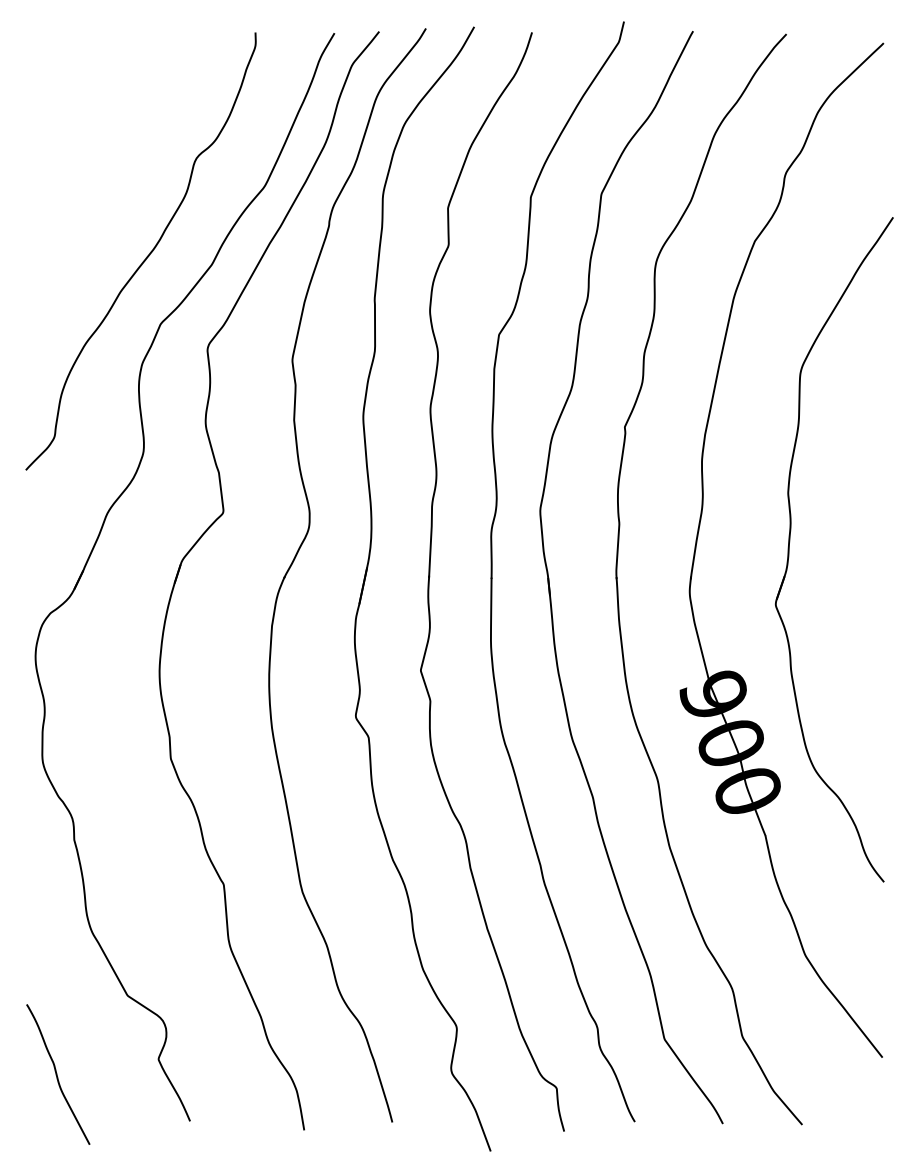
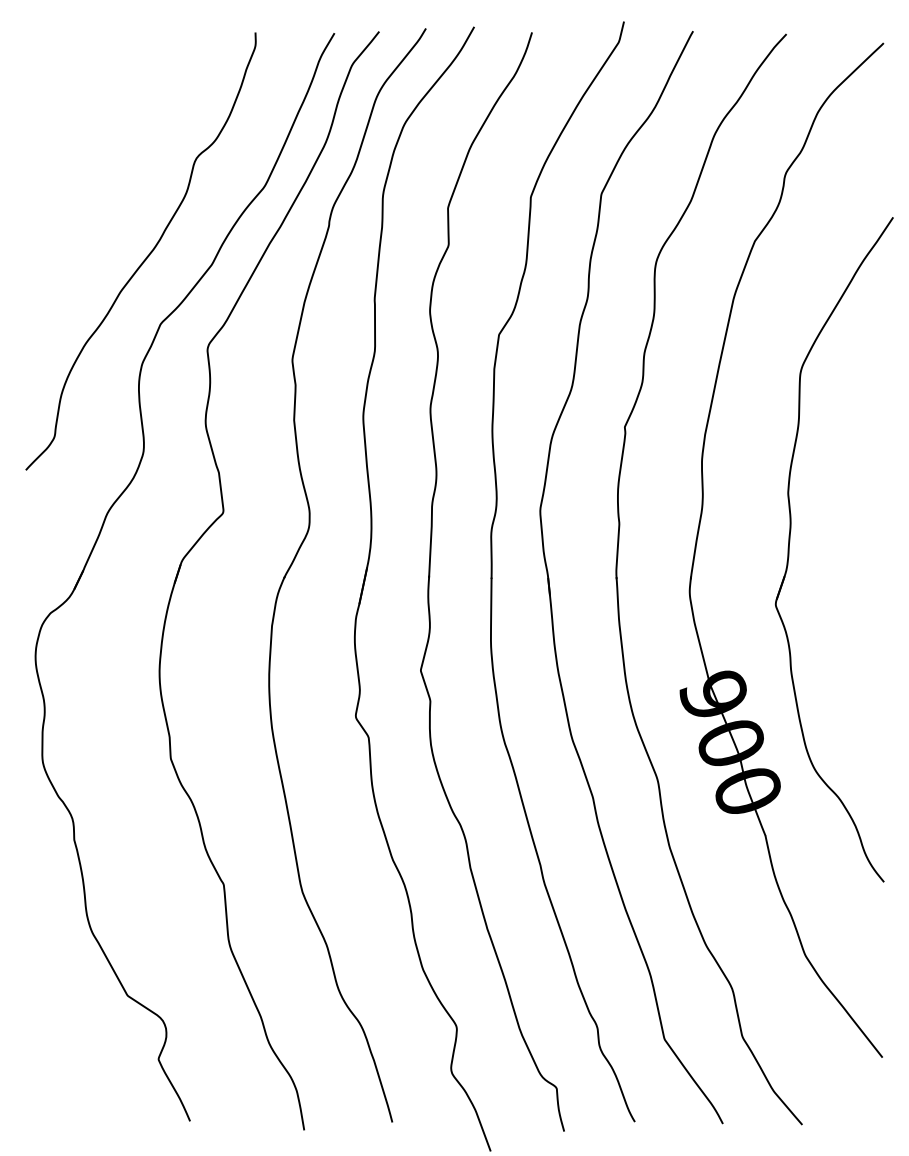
curve at (57, 1074): present -> none
